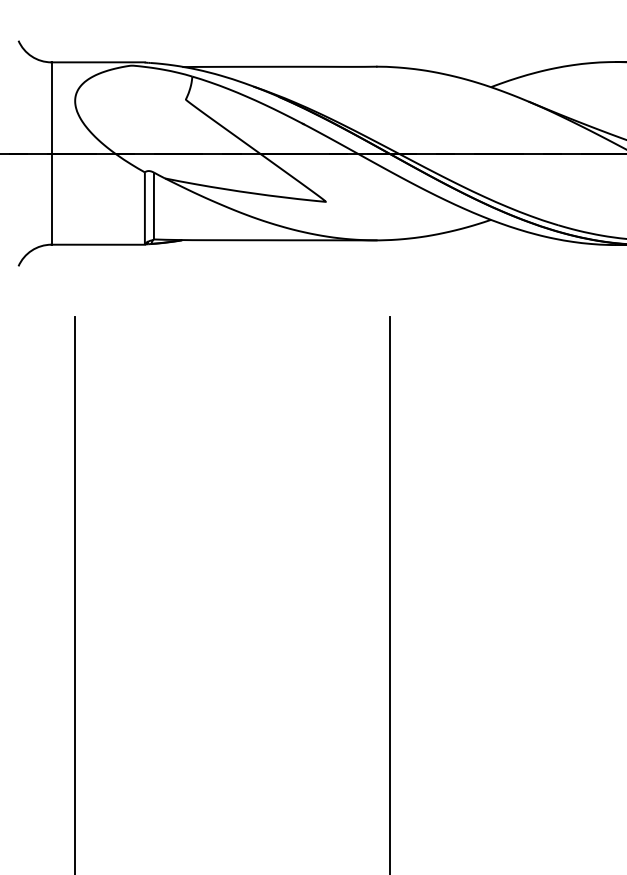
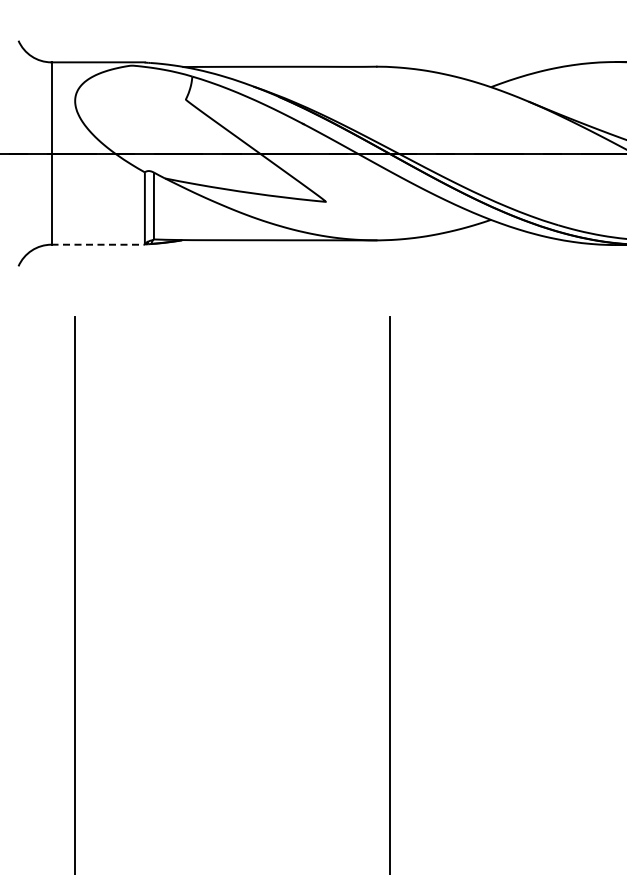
line at (98, 244): solid -> dashed
